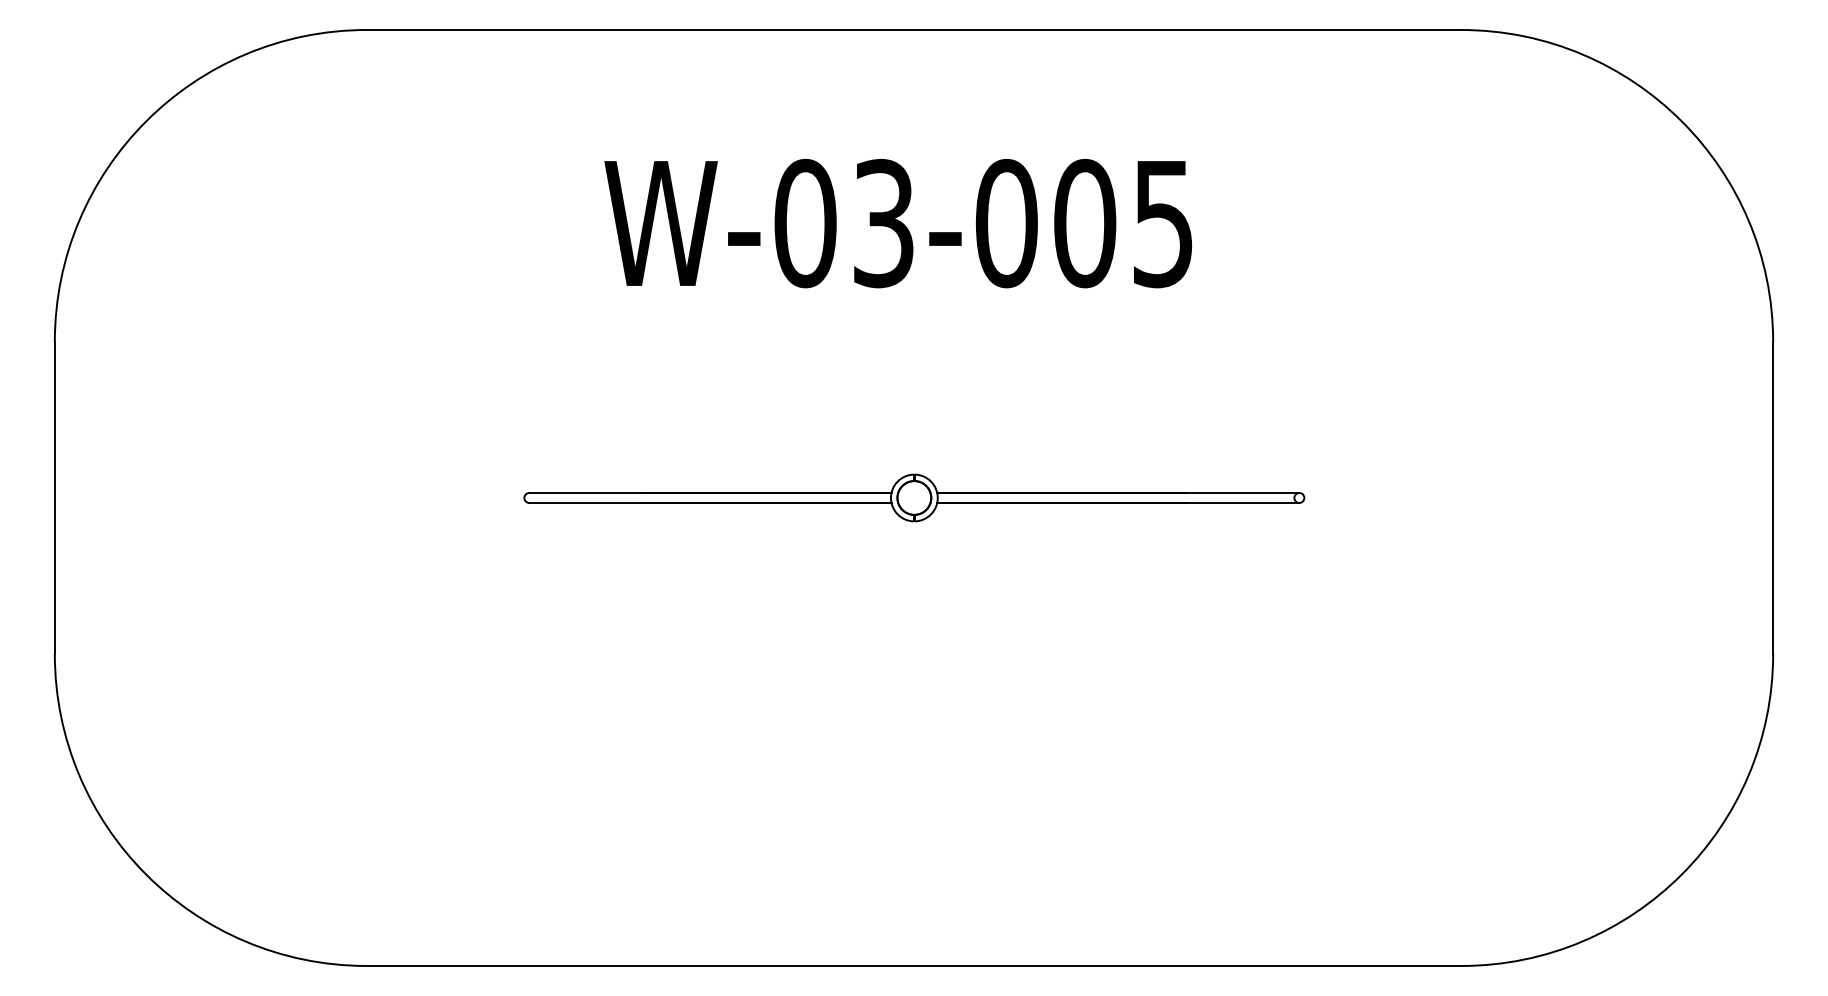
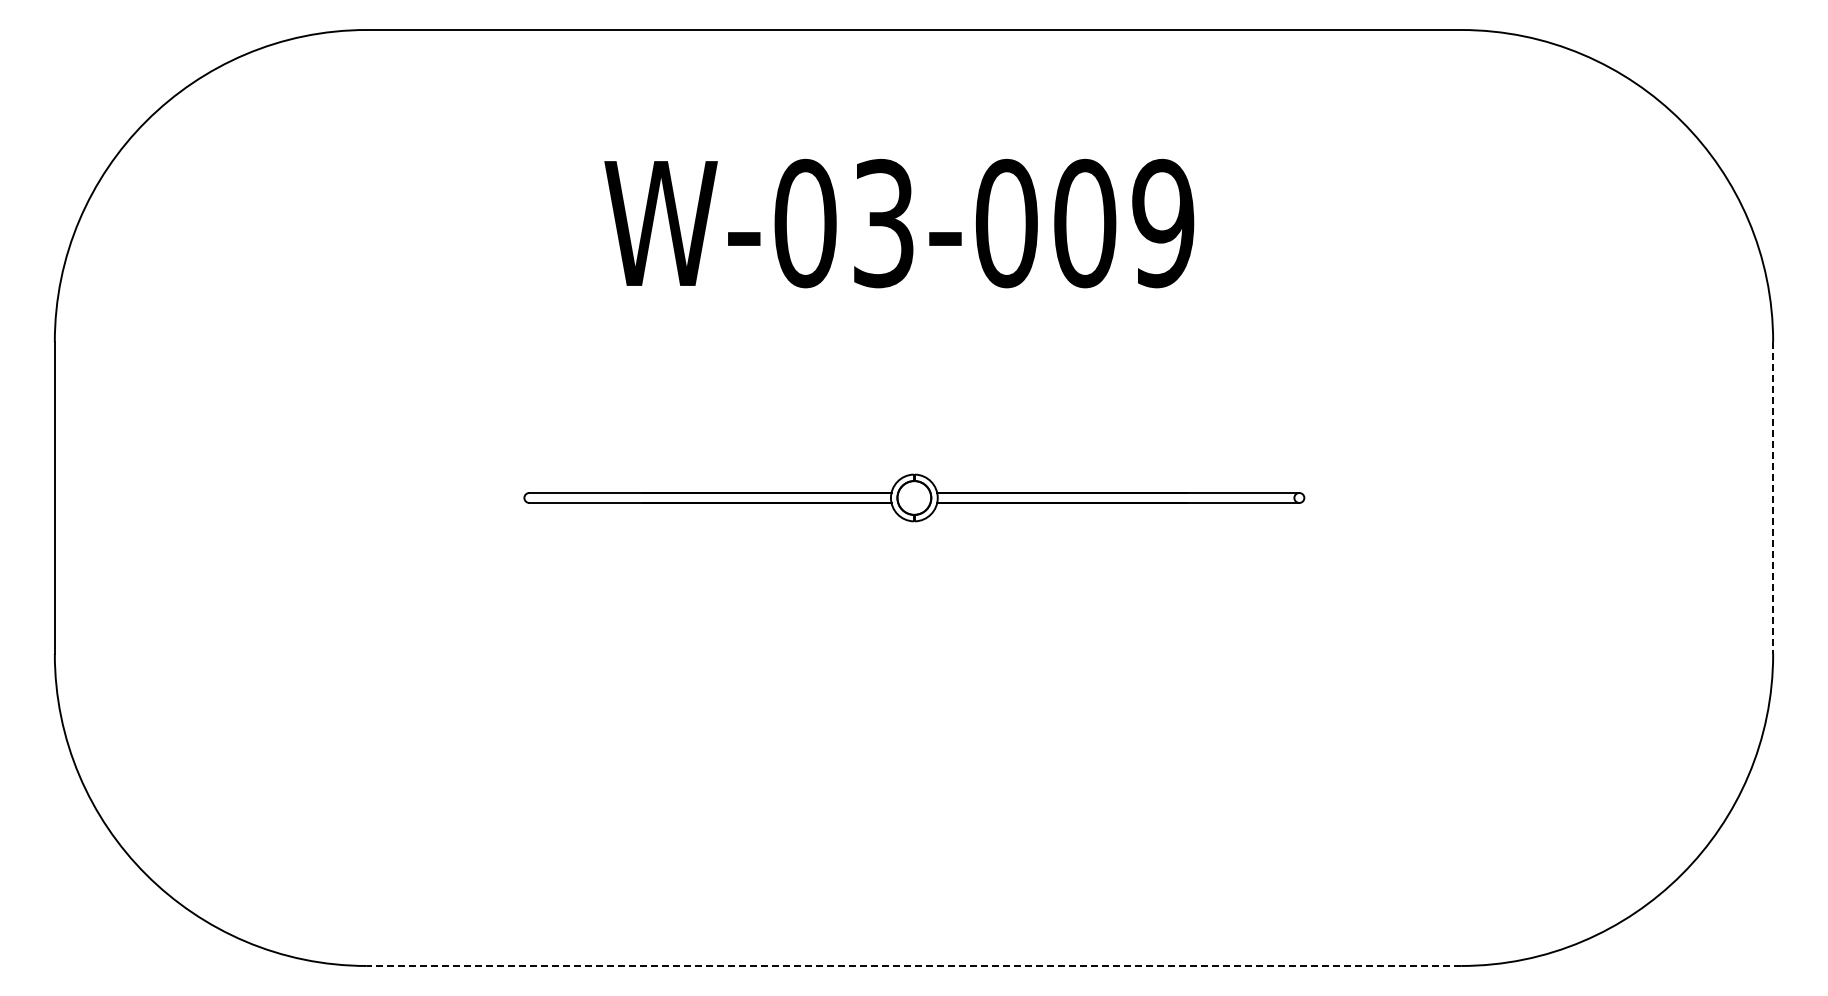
text at (1163, 223): W-03-005 -> W-03-009
line at (1773, 497): solid -> dashed
line at (913, 965): solid -> dashed
